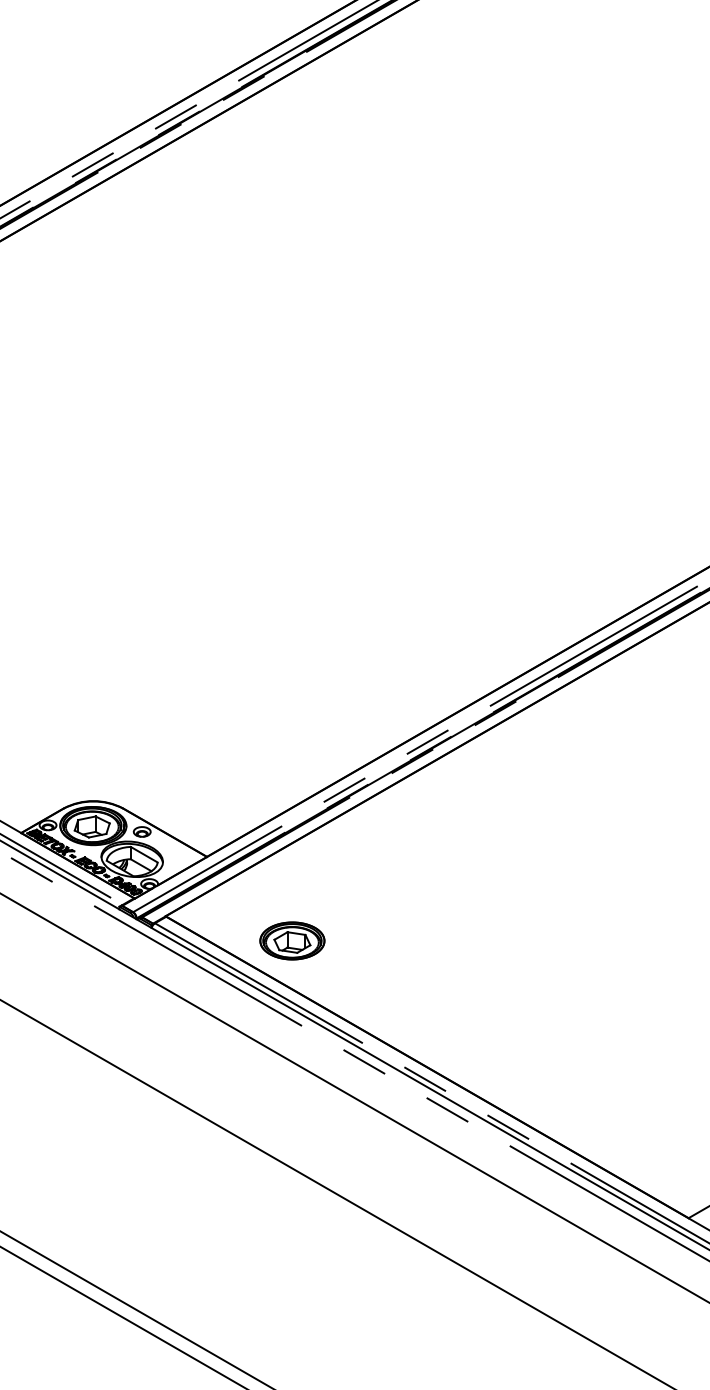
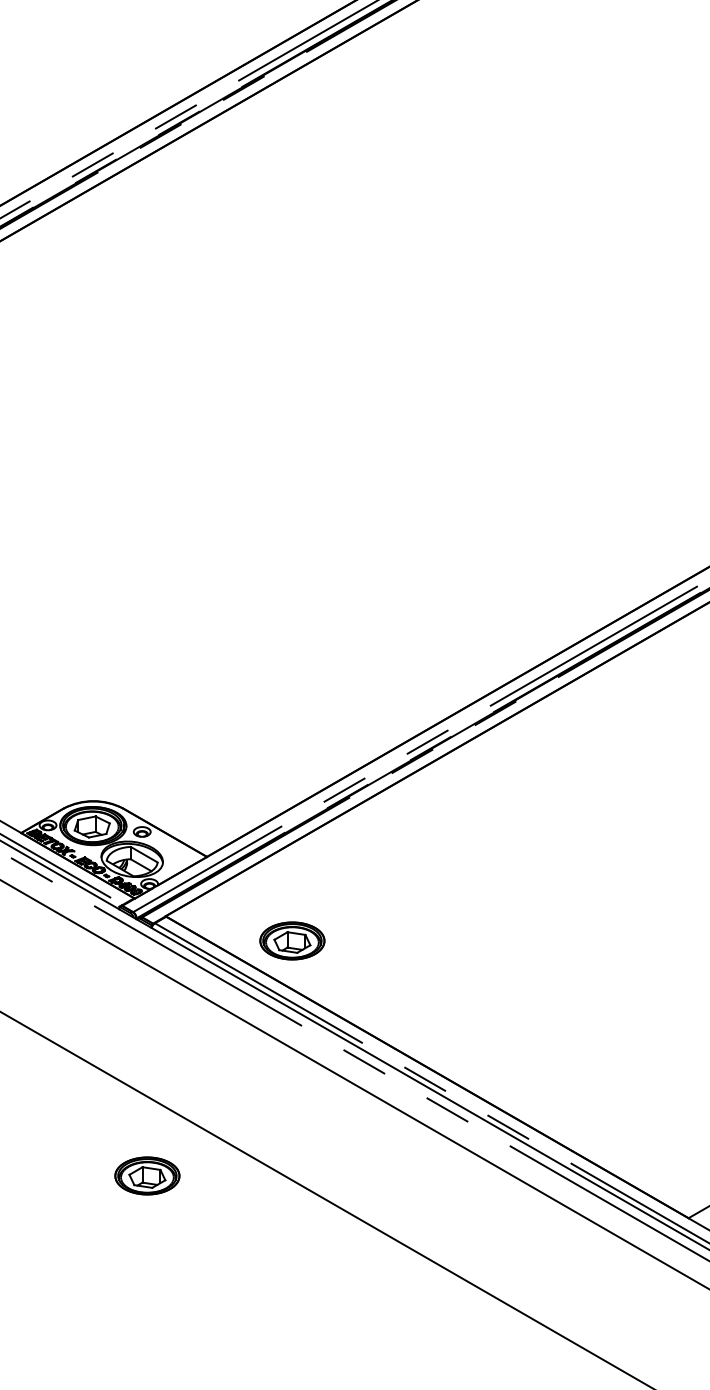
line at (354, 1097) position: (354, 1097) -> (354, 1084)
part at (147, 1175): none -> present
line at (336, 1193) position: (336, 1193) -> (326, 1199)
line at (135, 1309): present -> none
line at (122, 1316): present -> none
